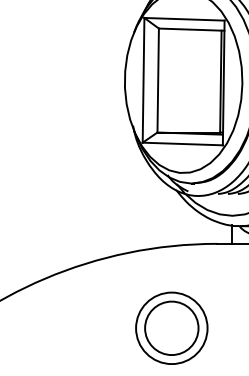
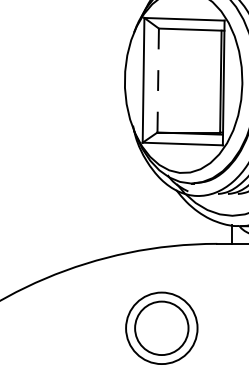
line at (158, 80): solid -> dashed
part at (171, 327) position: (171, 327) -> (161, 327)
